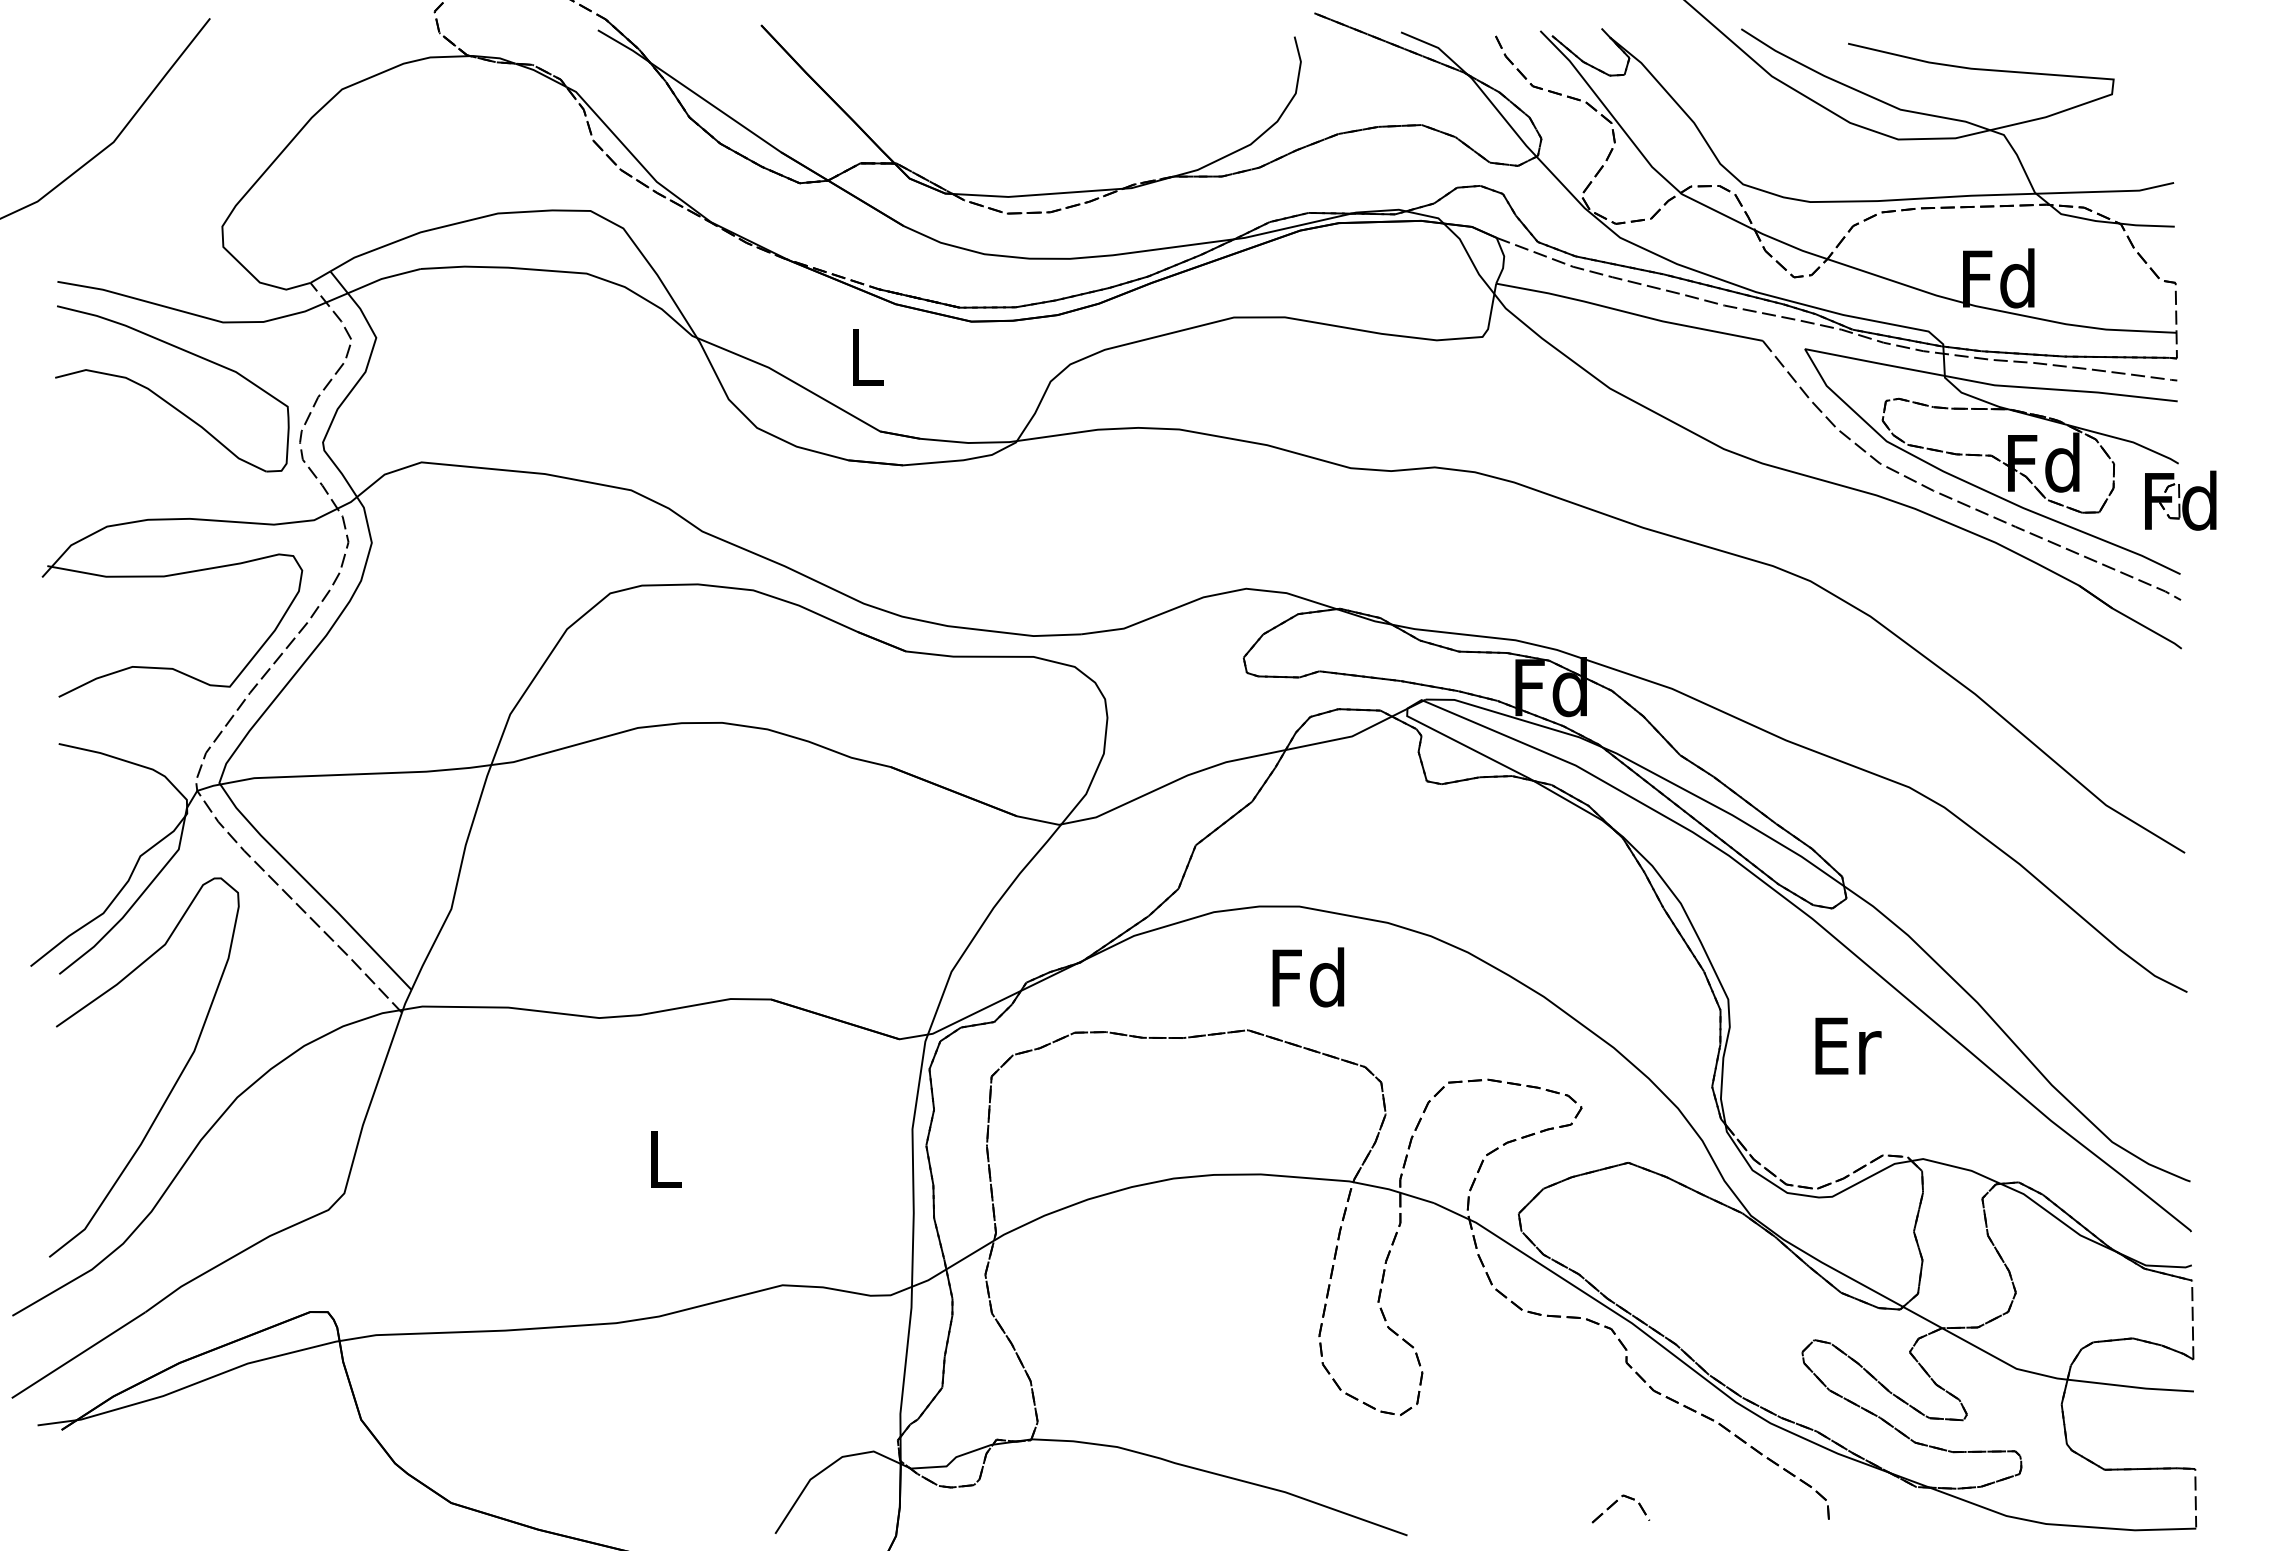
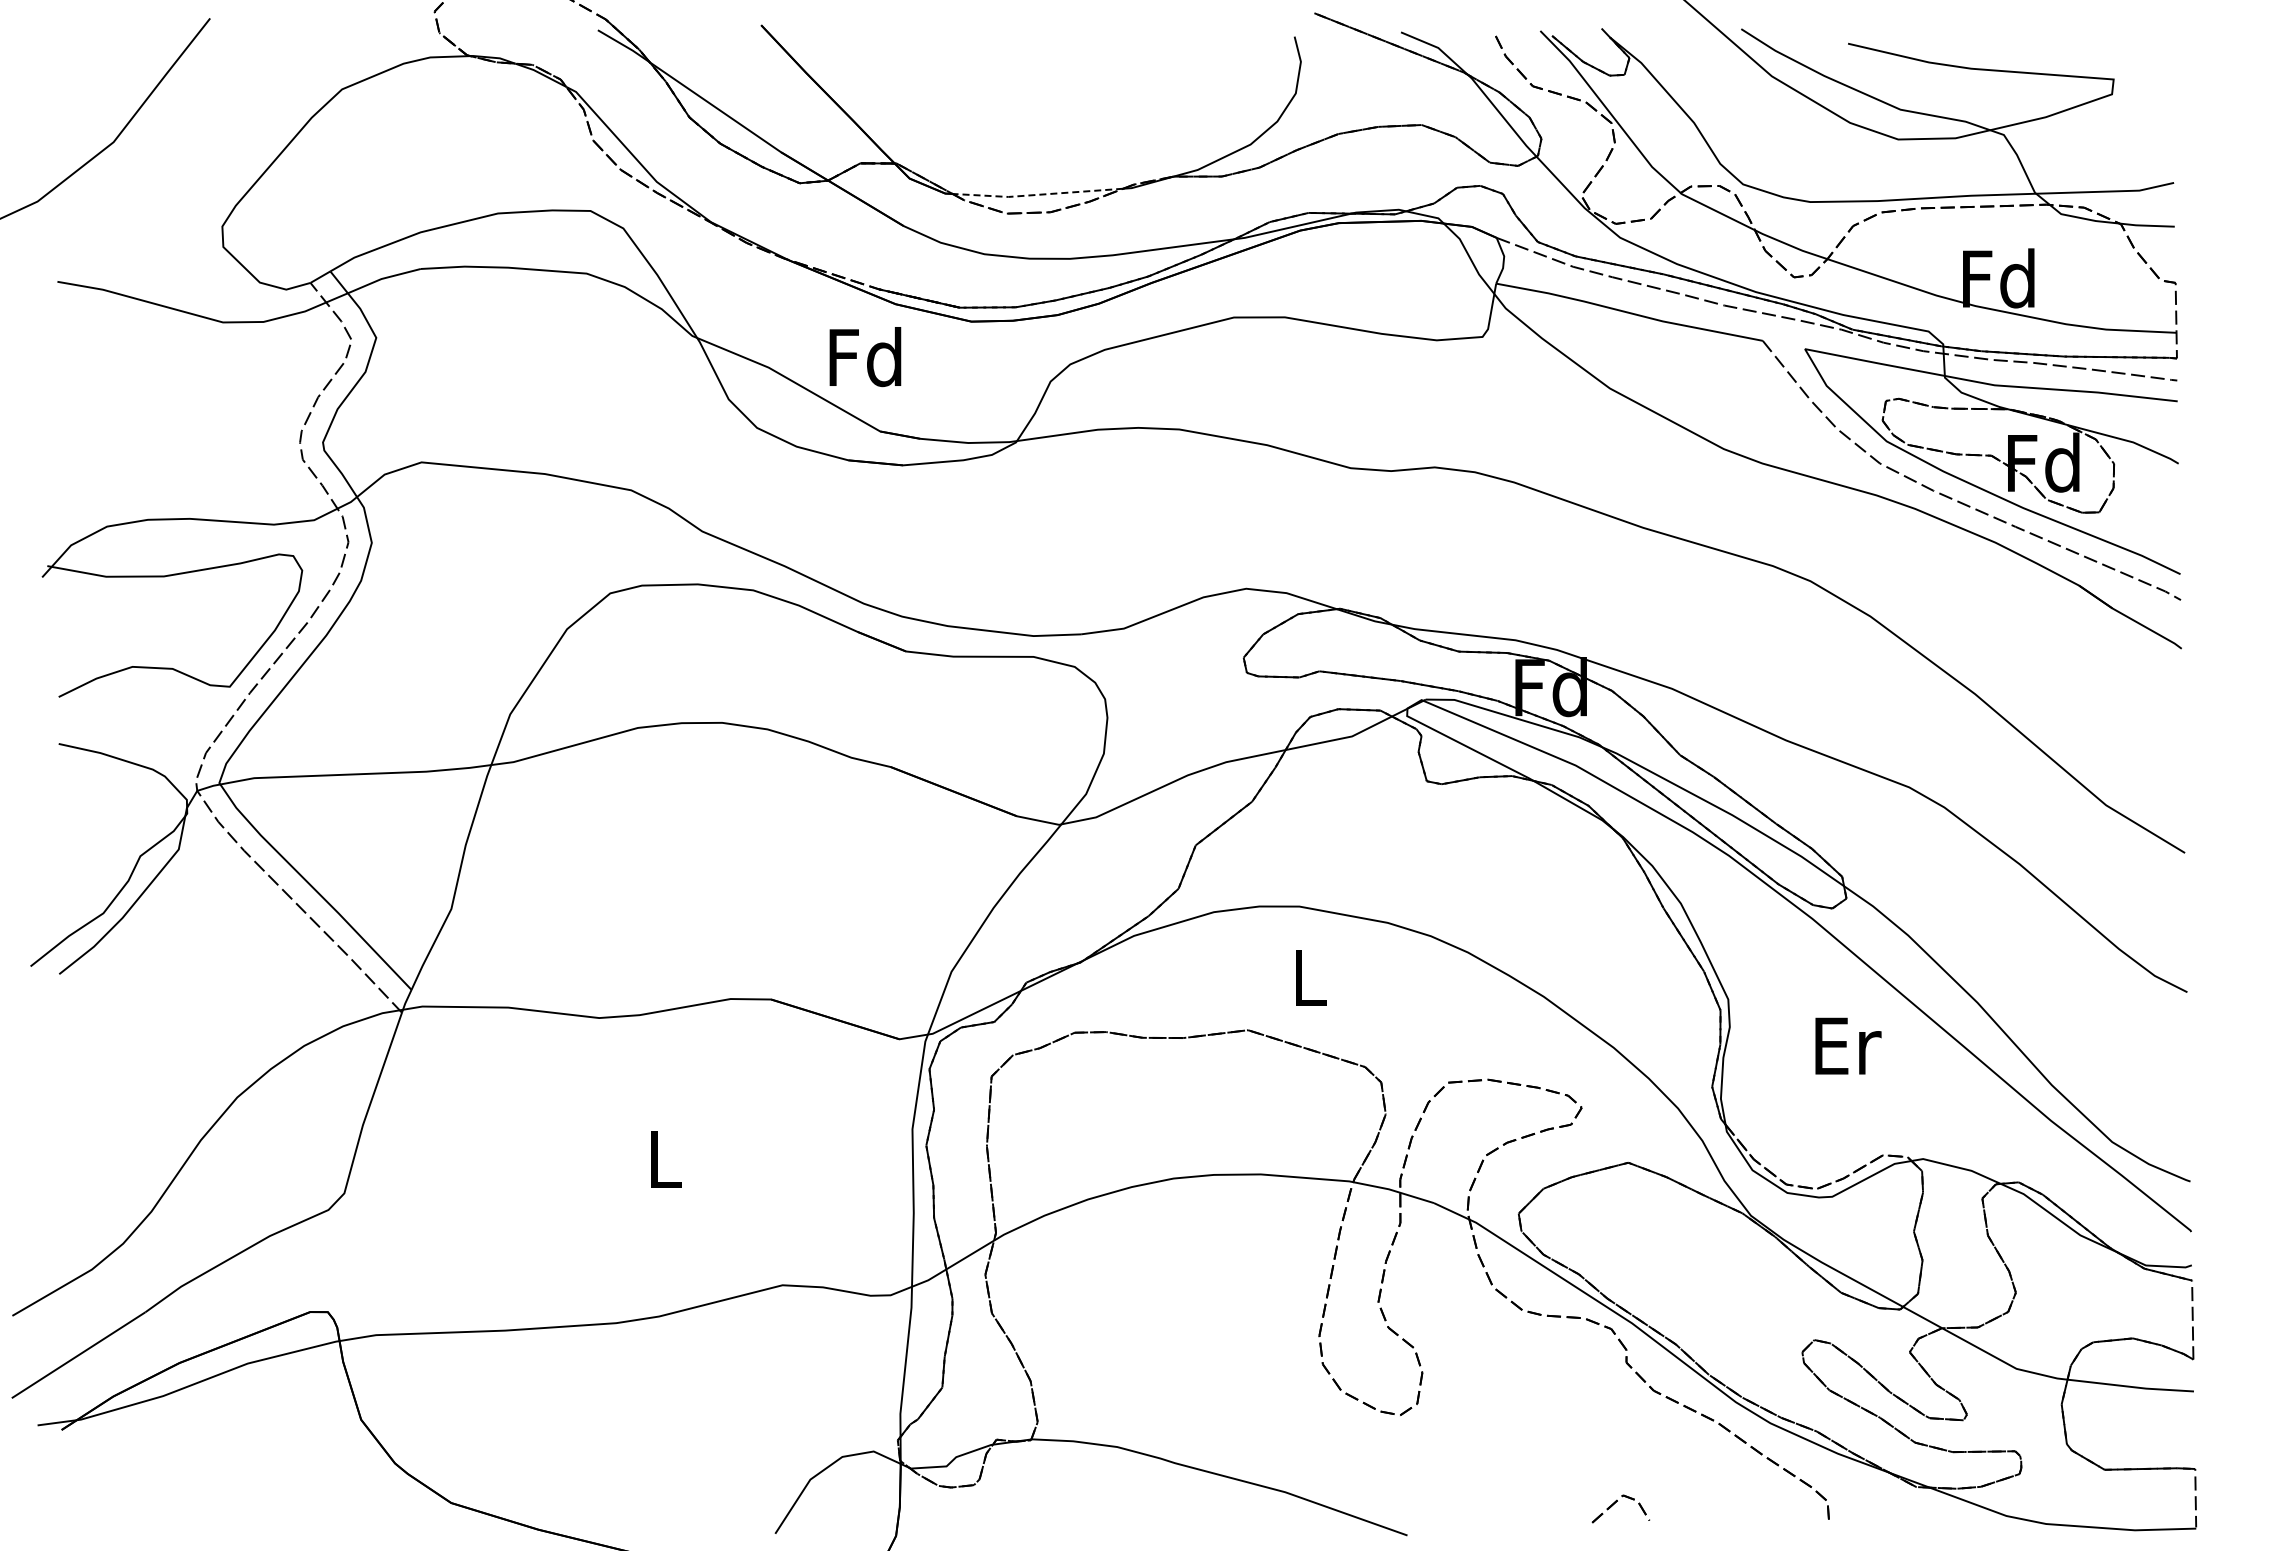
line at (1037, 194): solid -> dashed
text at (865, 357): L -> Fd
part at (166, 400): present -> none
part at (2180, 500): present -> none
text at (1308, 977): Fd -> L
curve at (174, 1083): present -> none
